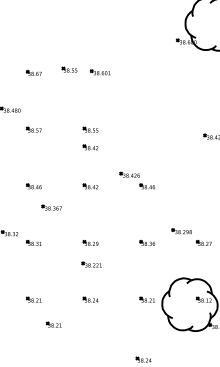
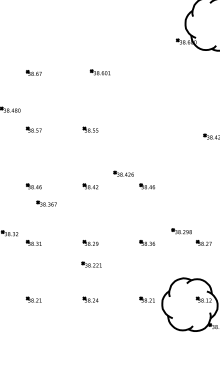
part at (69, 69): present -> none
part at (90, 147): present -> none
part at (129, 174) position: (129, 174) -> (123, 173)
part at (51, 207) position: (51, 207) -> (46, 203)
part at (53, 324): present -> none
part at (143, 359): present -> none
